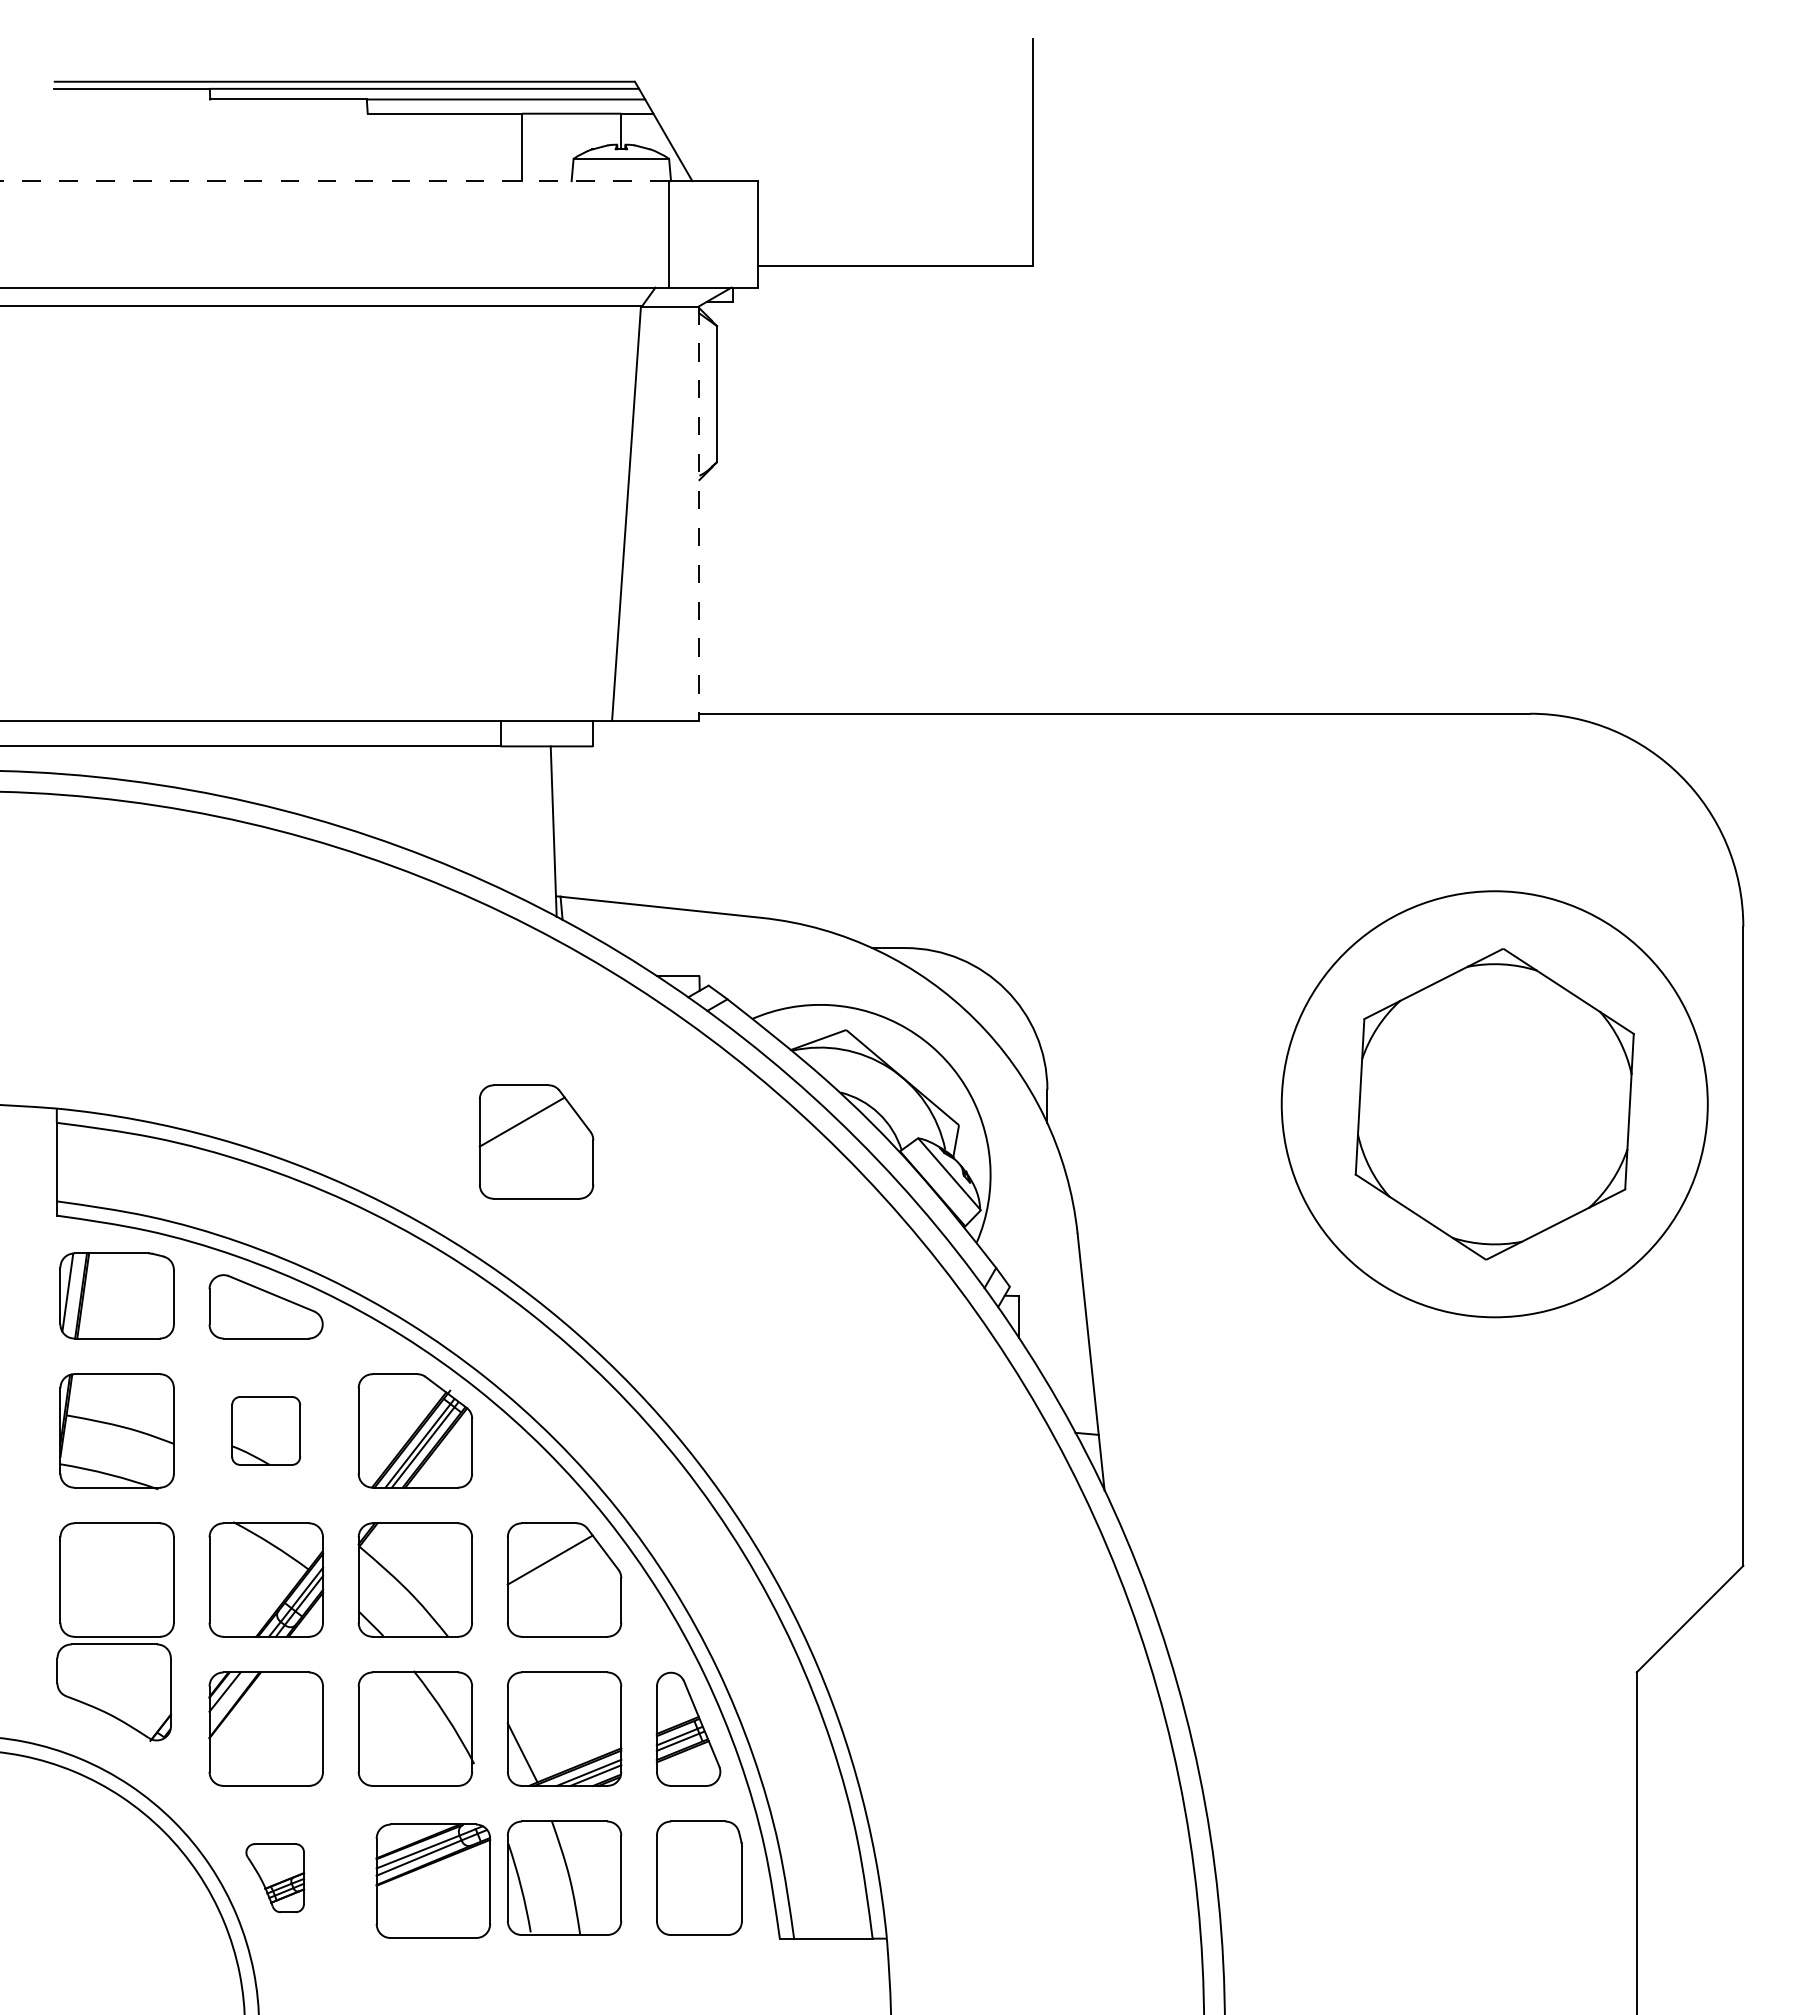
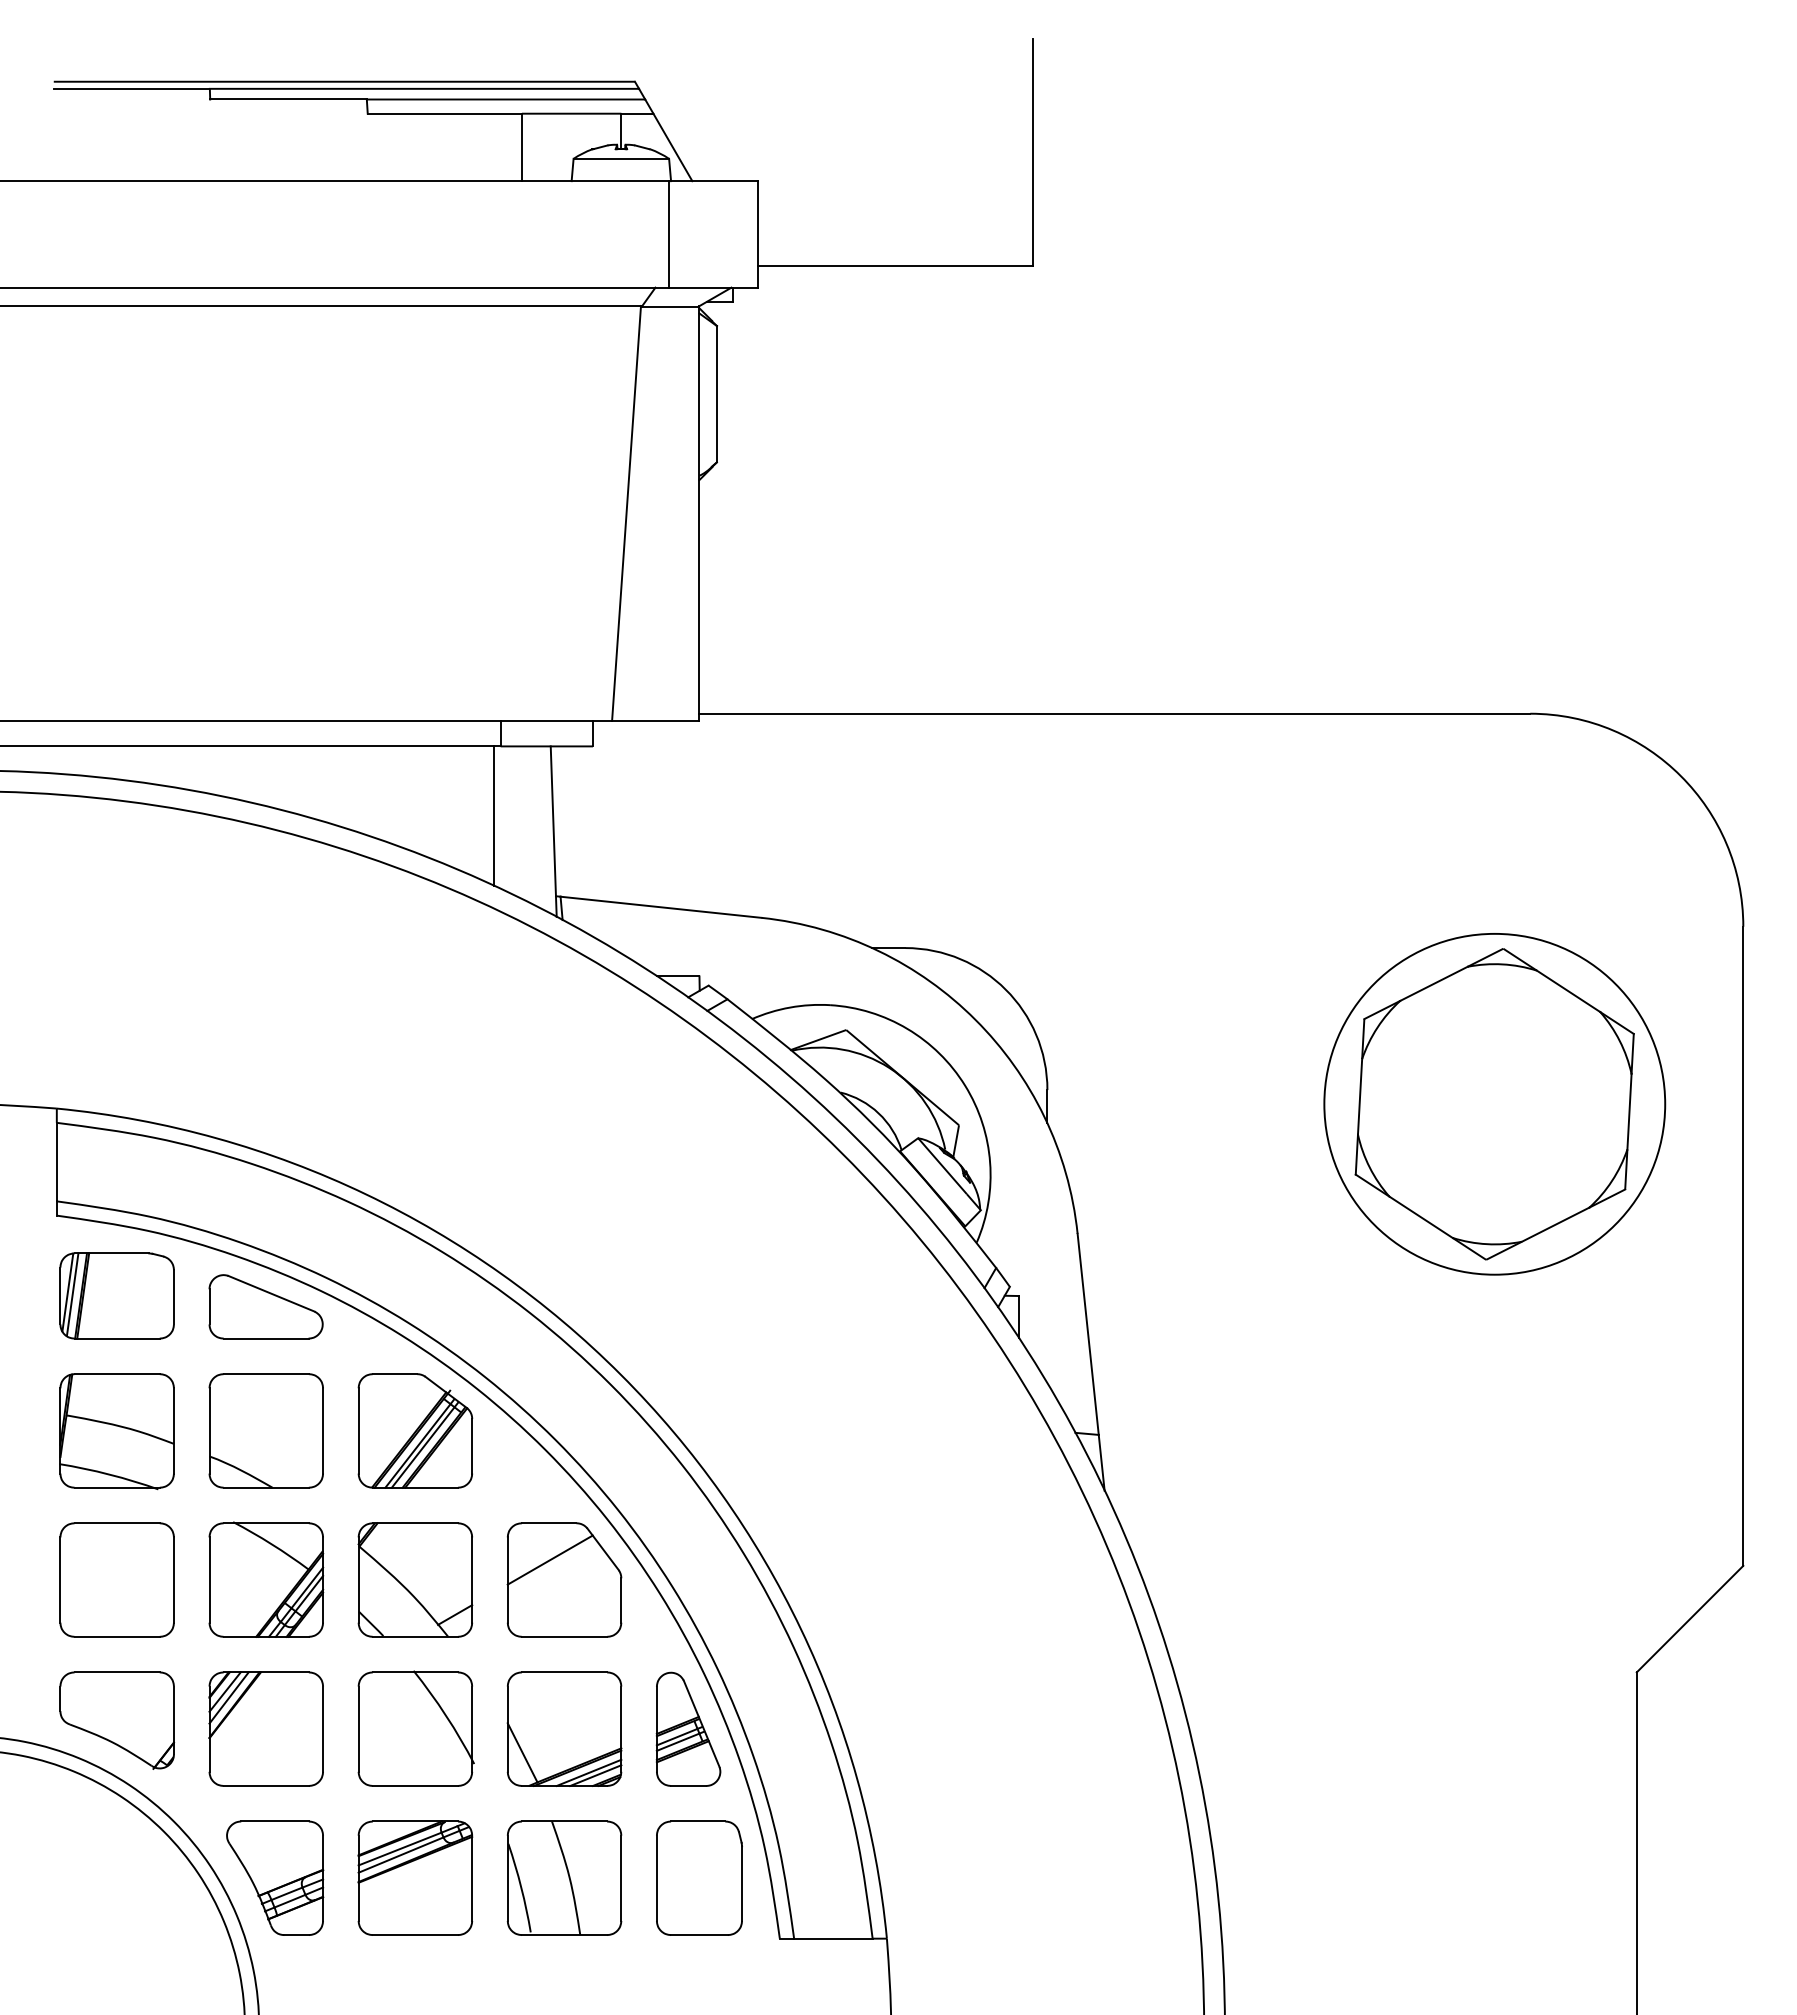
line at (333, 181): dashed -> solid
line at (699, 513): dashed -> solid
line at (493, 815): none -> present
circle at (1494, 1104) diameter: 426 px -> 341 px
part at (536, 1141): present -> none
line at (72, 1294): none -> present
part at (266, 1430) size: 71x70 px -> 116x116 px
line at (455, 1614): none -> present
part at (114, 1692) position: (114, 1692) -> (117, 1720)
line at (228, 1697): none -> present
part at (275, 1878) size: 61x71 px -> 99x116 px
part at (433, 1880) position: (433, 1880) -> (415, 1877)
